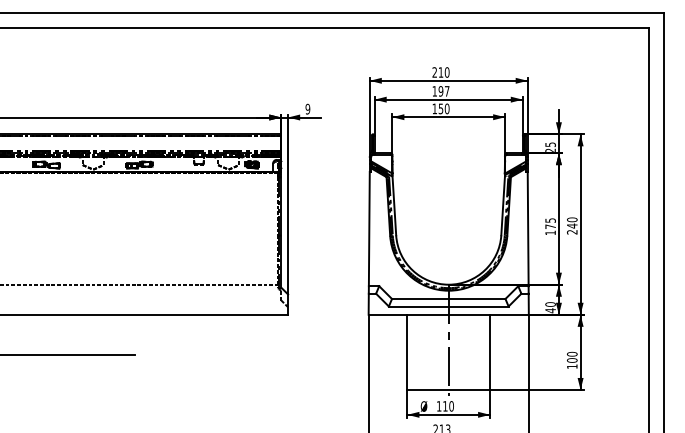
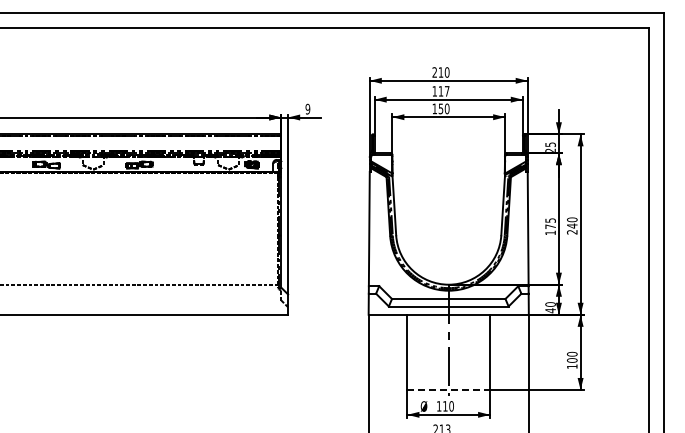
text at (440, 91): 197 -> 117
line at (68, 354): present -> none
line at (449, 389): solid -> dashed
